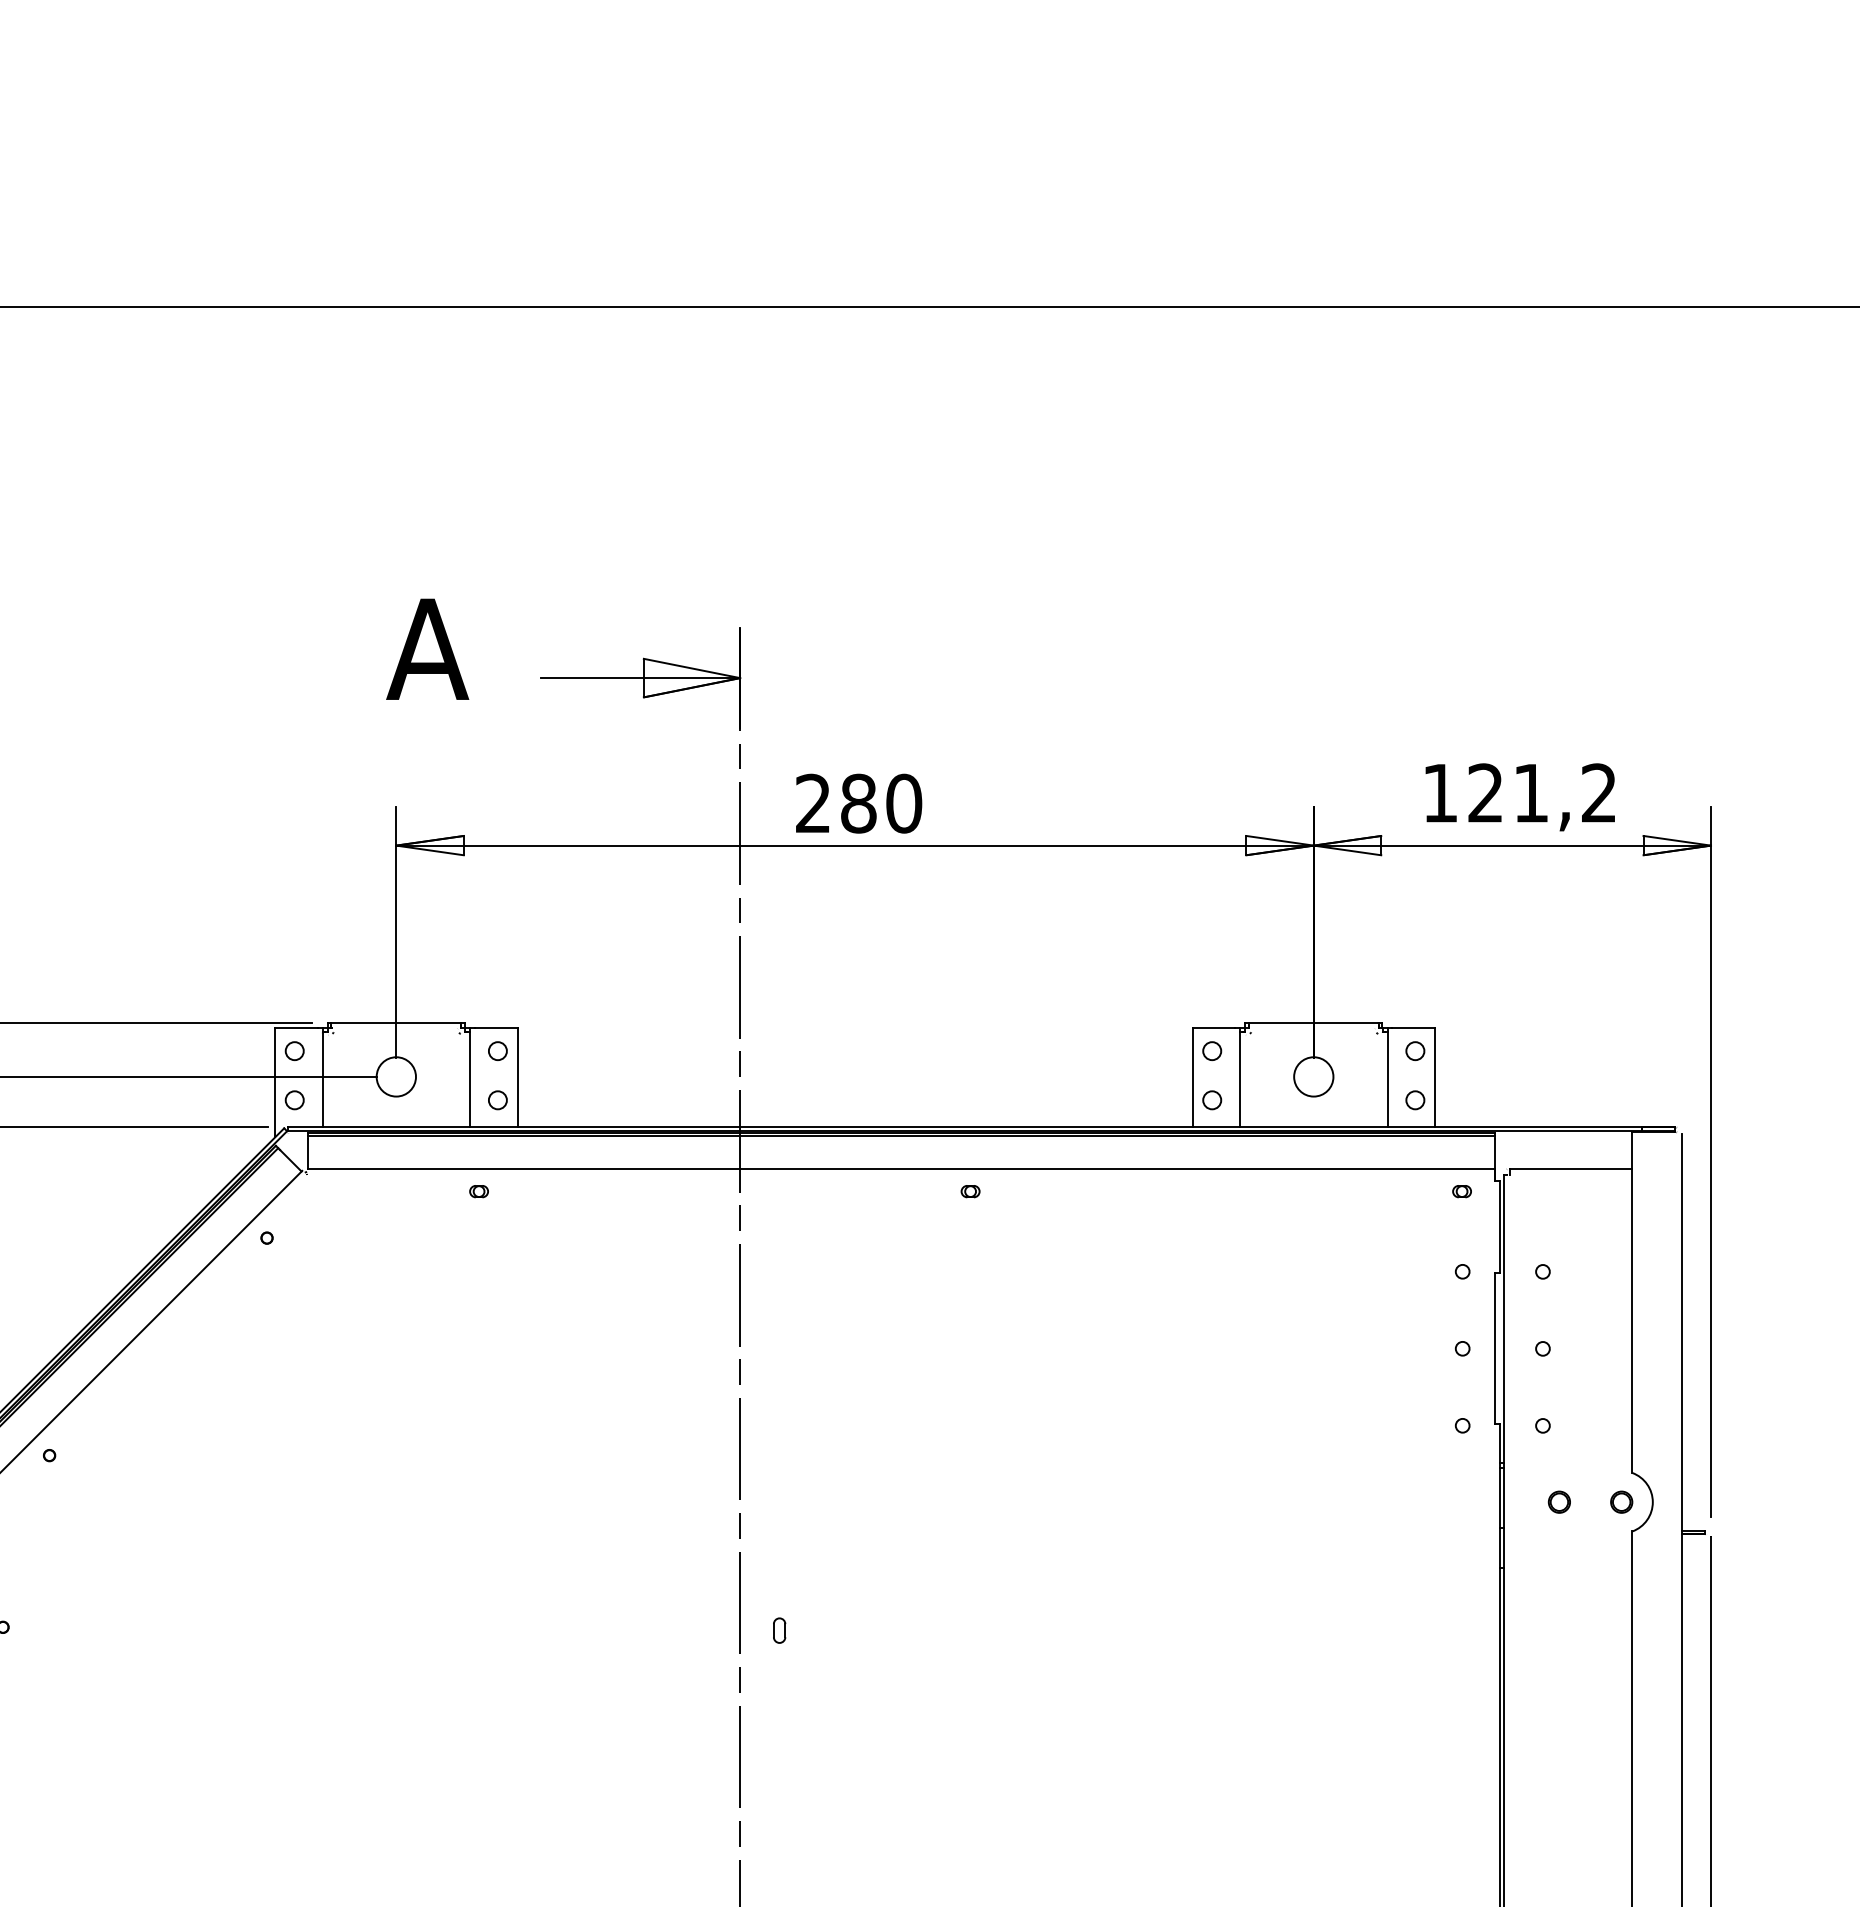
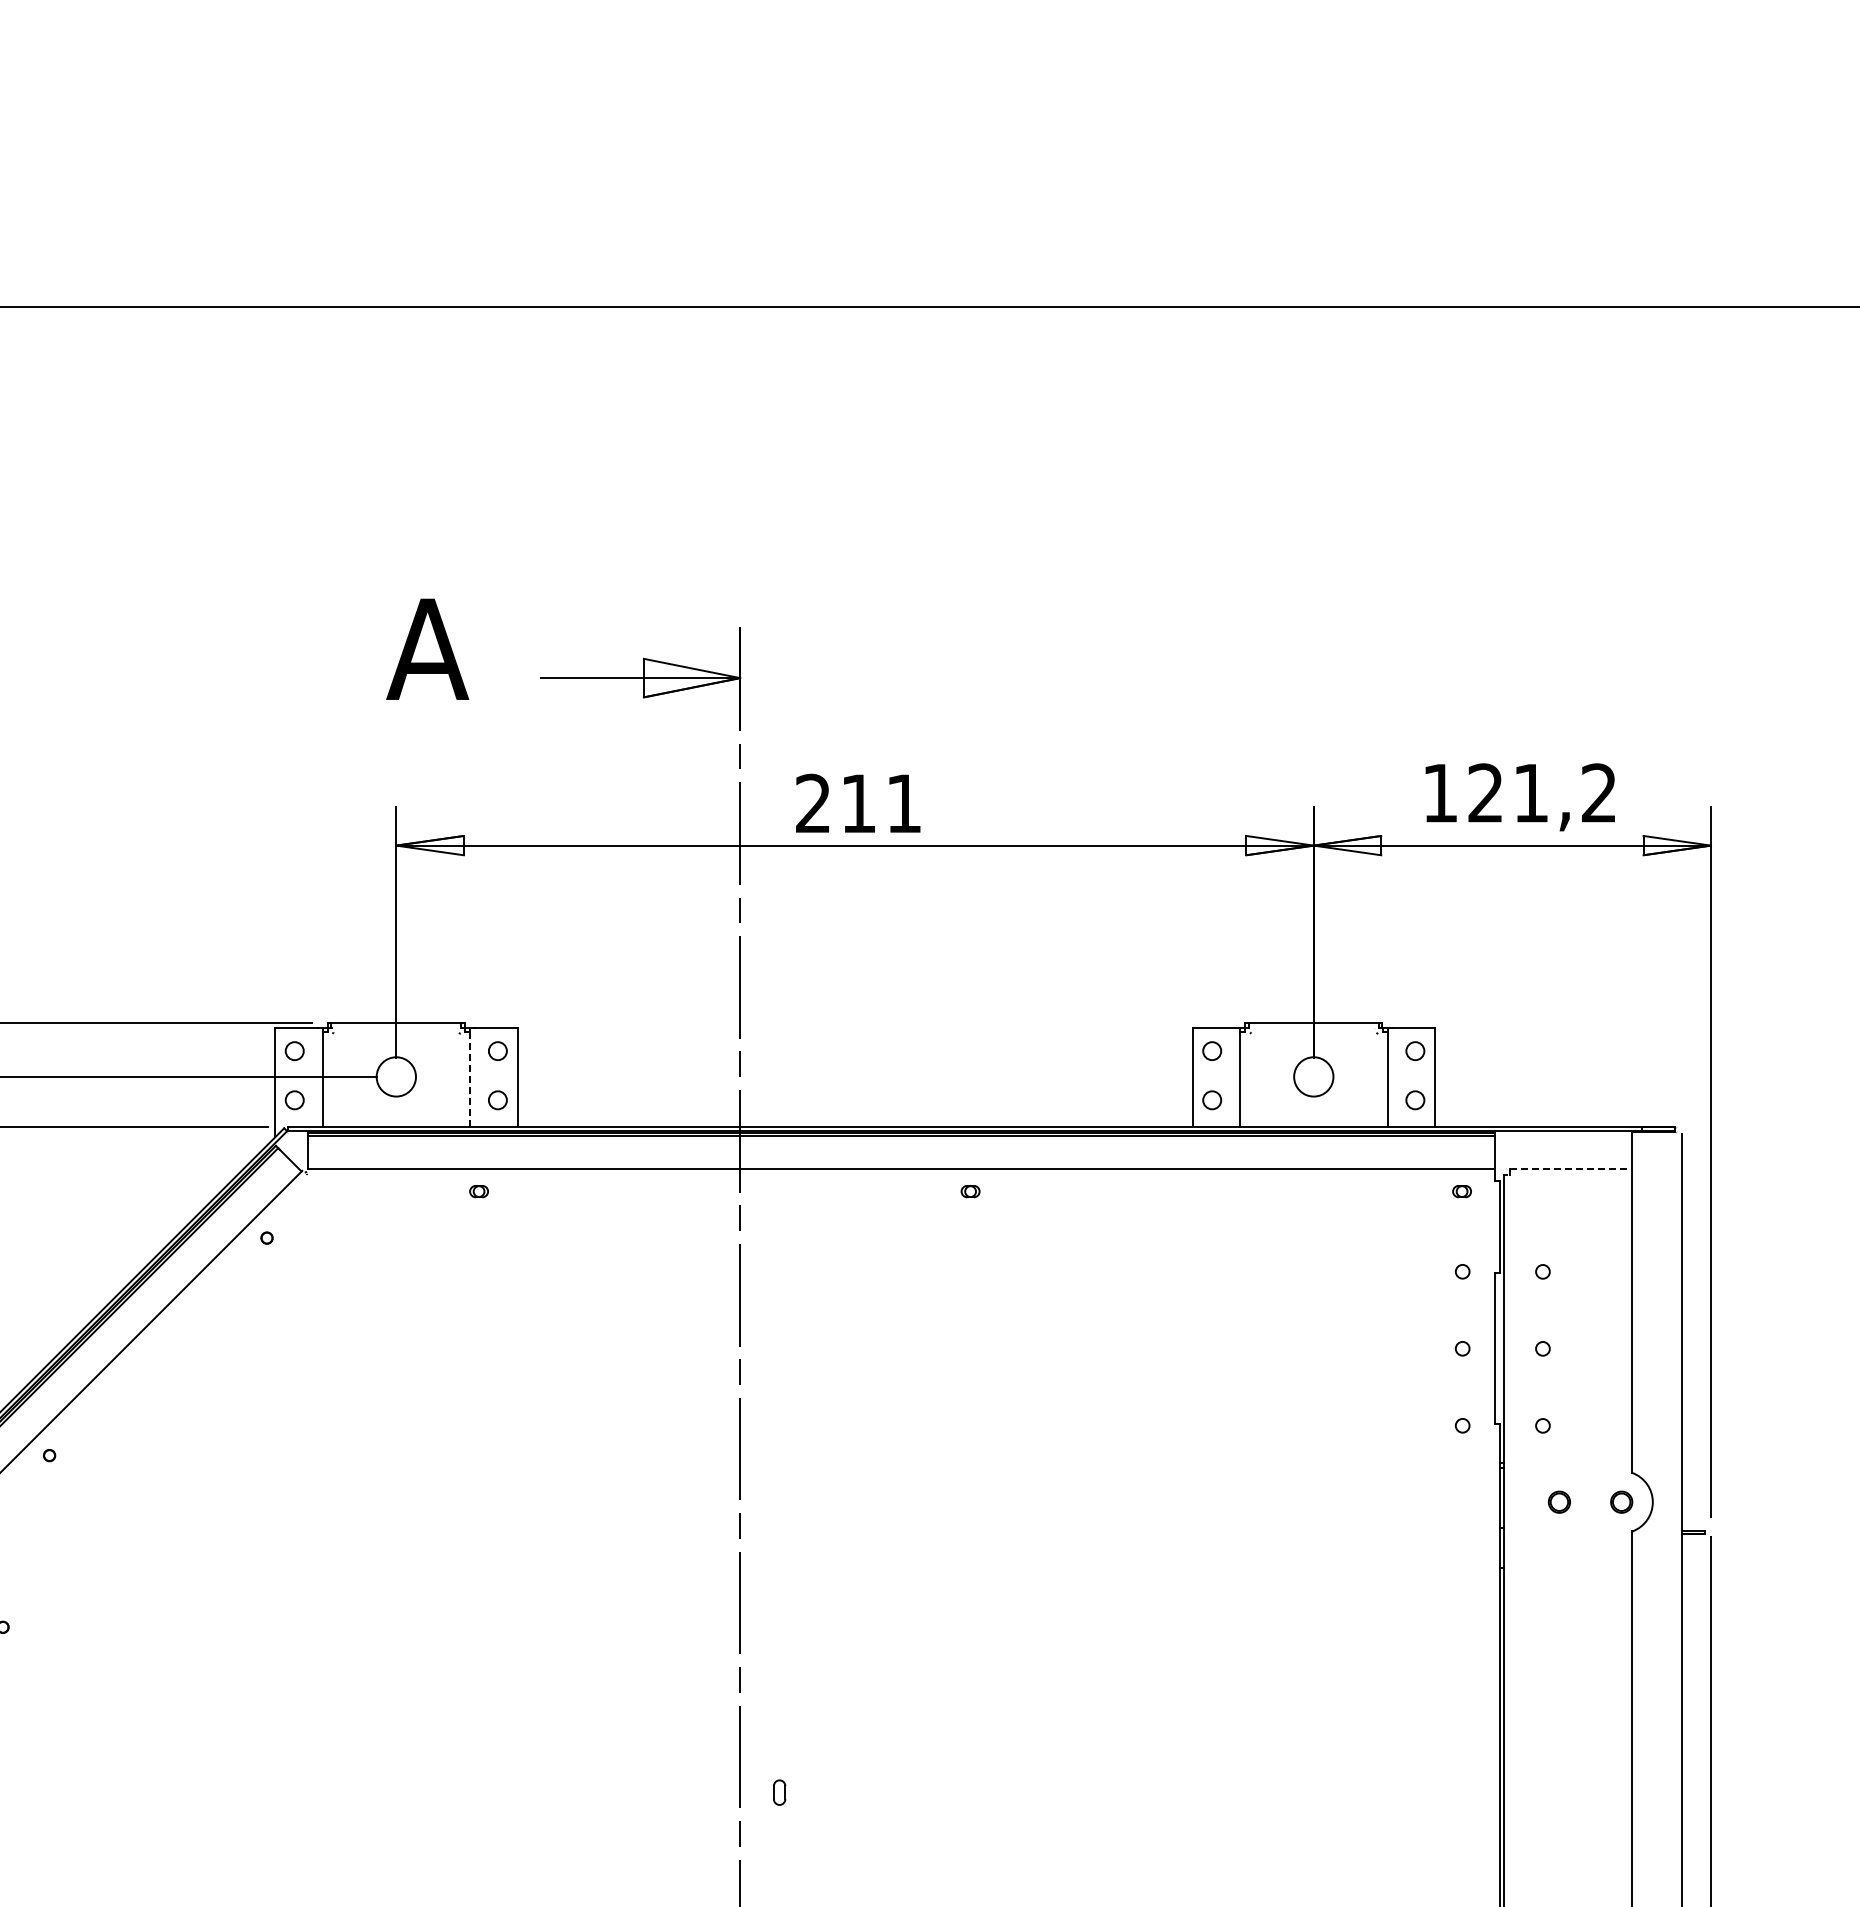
text at (881, 803): 280 -> 211
line at (470, 1079): solid -> dashed
line at (1571, 1168): solid -> dashed
part at (779, 1630) position: (779, 1630) -> (779, 1792)
